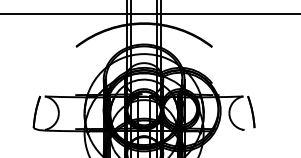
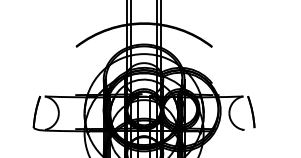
line at (149, 14): present -> none
